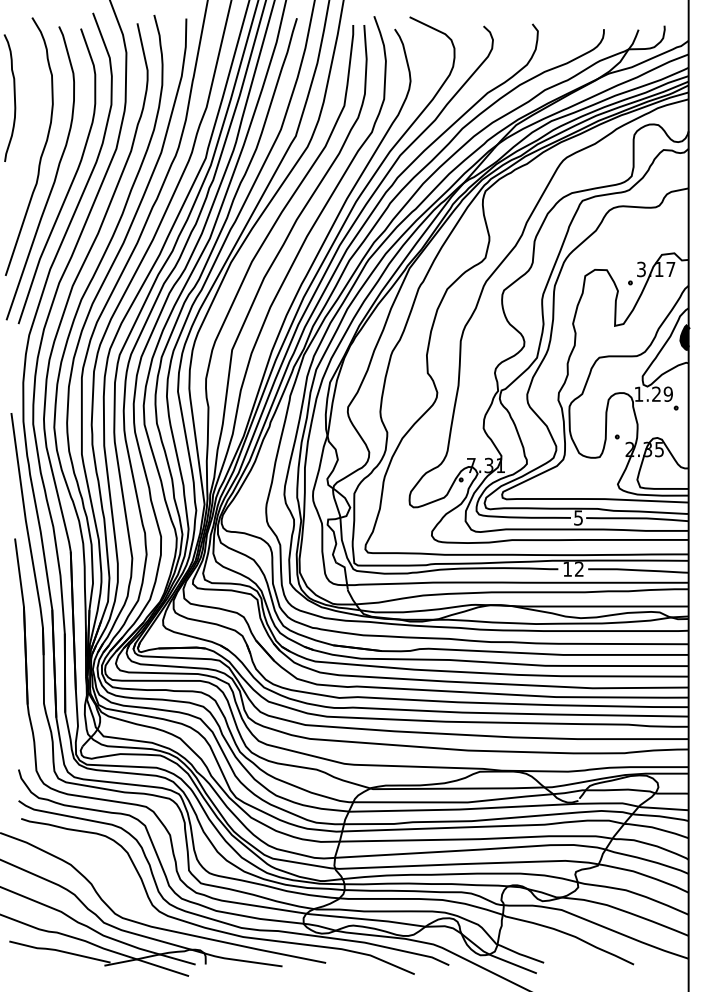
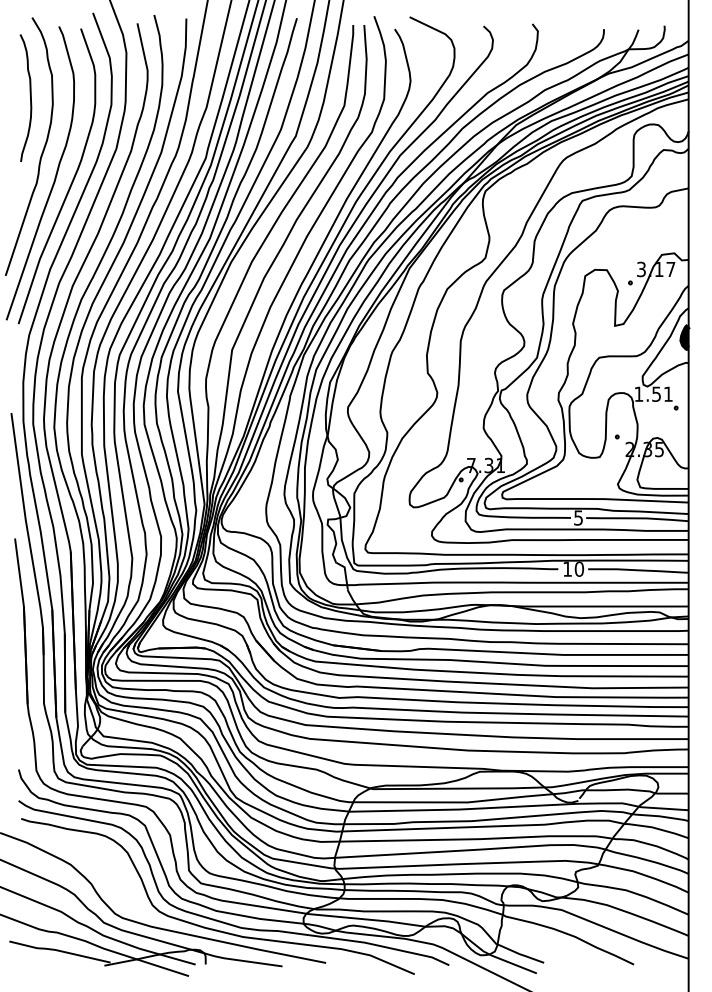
curve at (13, 94) position: (13, 94) -> (29, 94)
text at (662, 393): 1.29 -> 1.51
text at (579, 568): 12 -> 10
